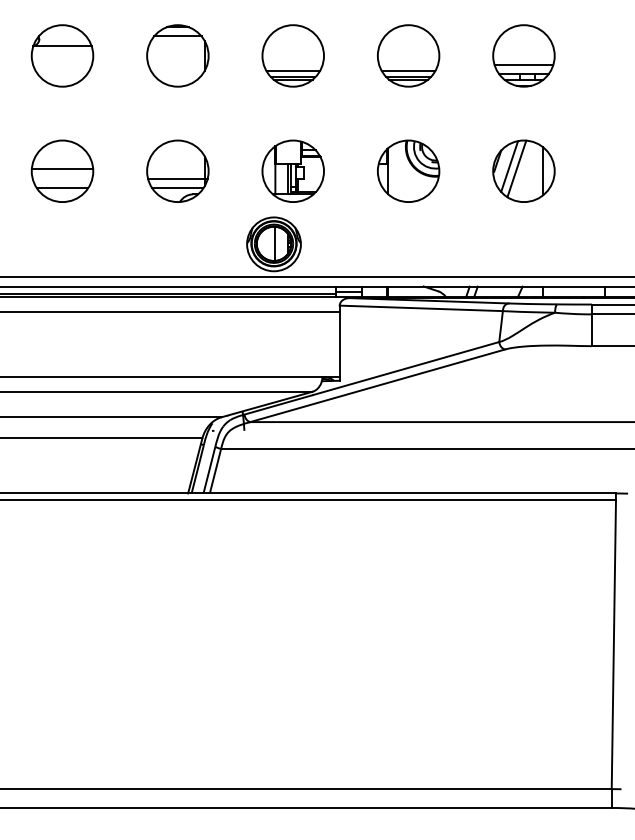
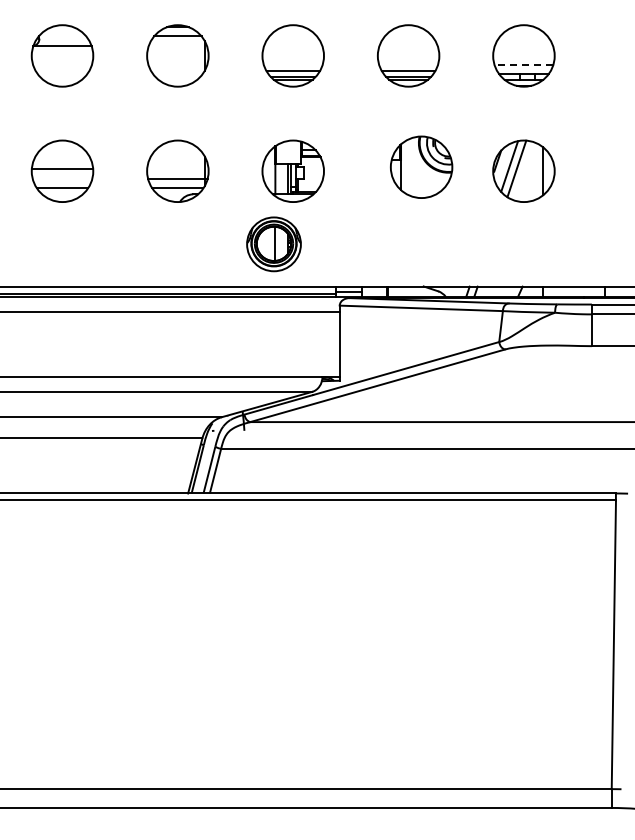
line at (523, 65): solid -> dashed
part at (408, 170) position: (408, 170) -> (421, 166)
line at (316, 277): present -> none
